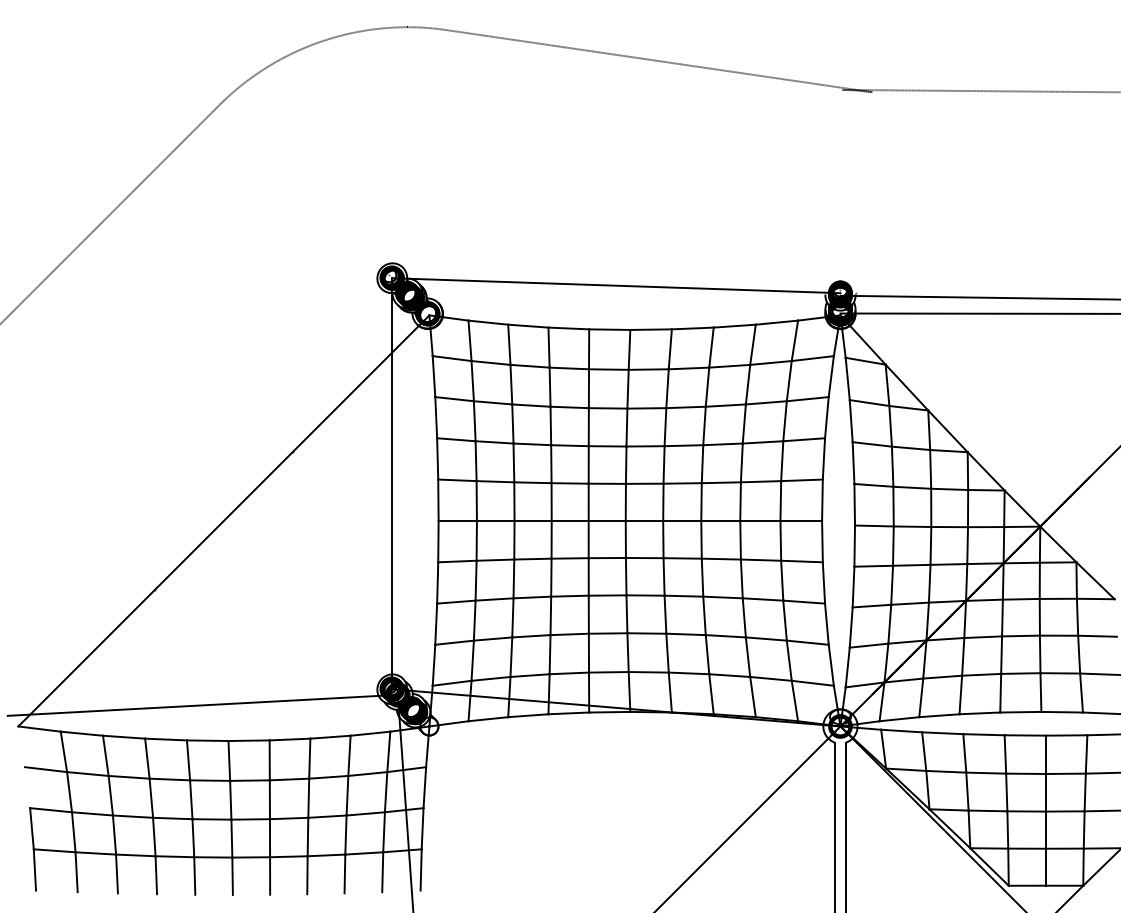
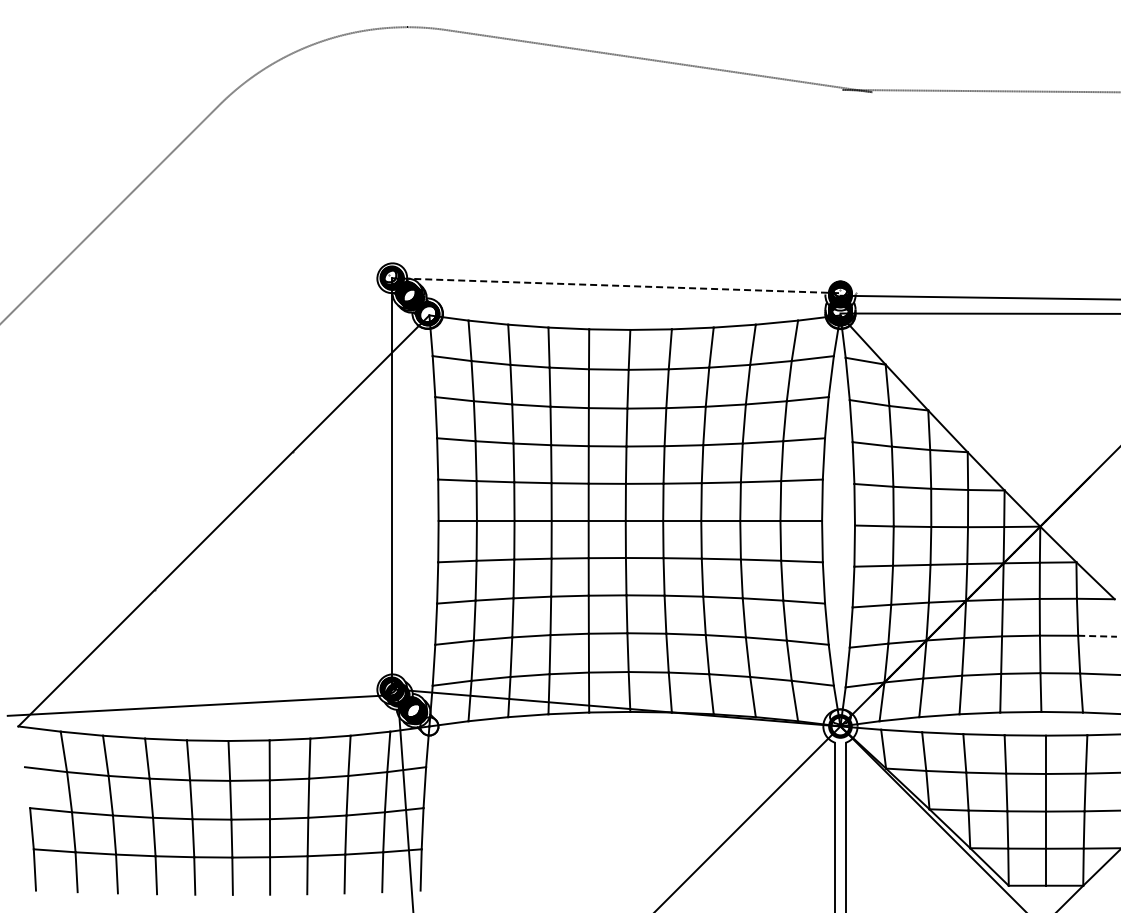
line at (616, 285): solid -> dashed
line at (1098, 636): solid -> dashed
